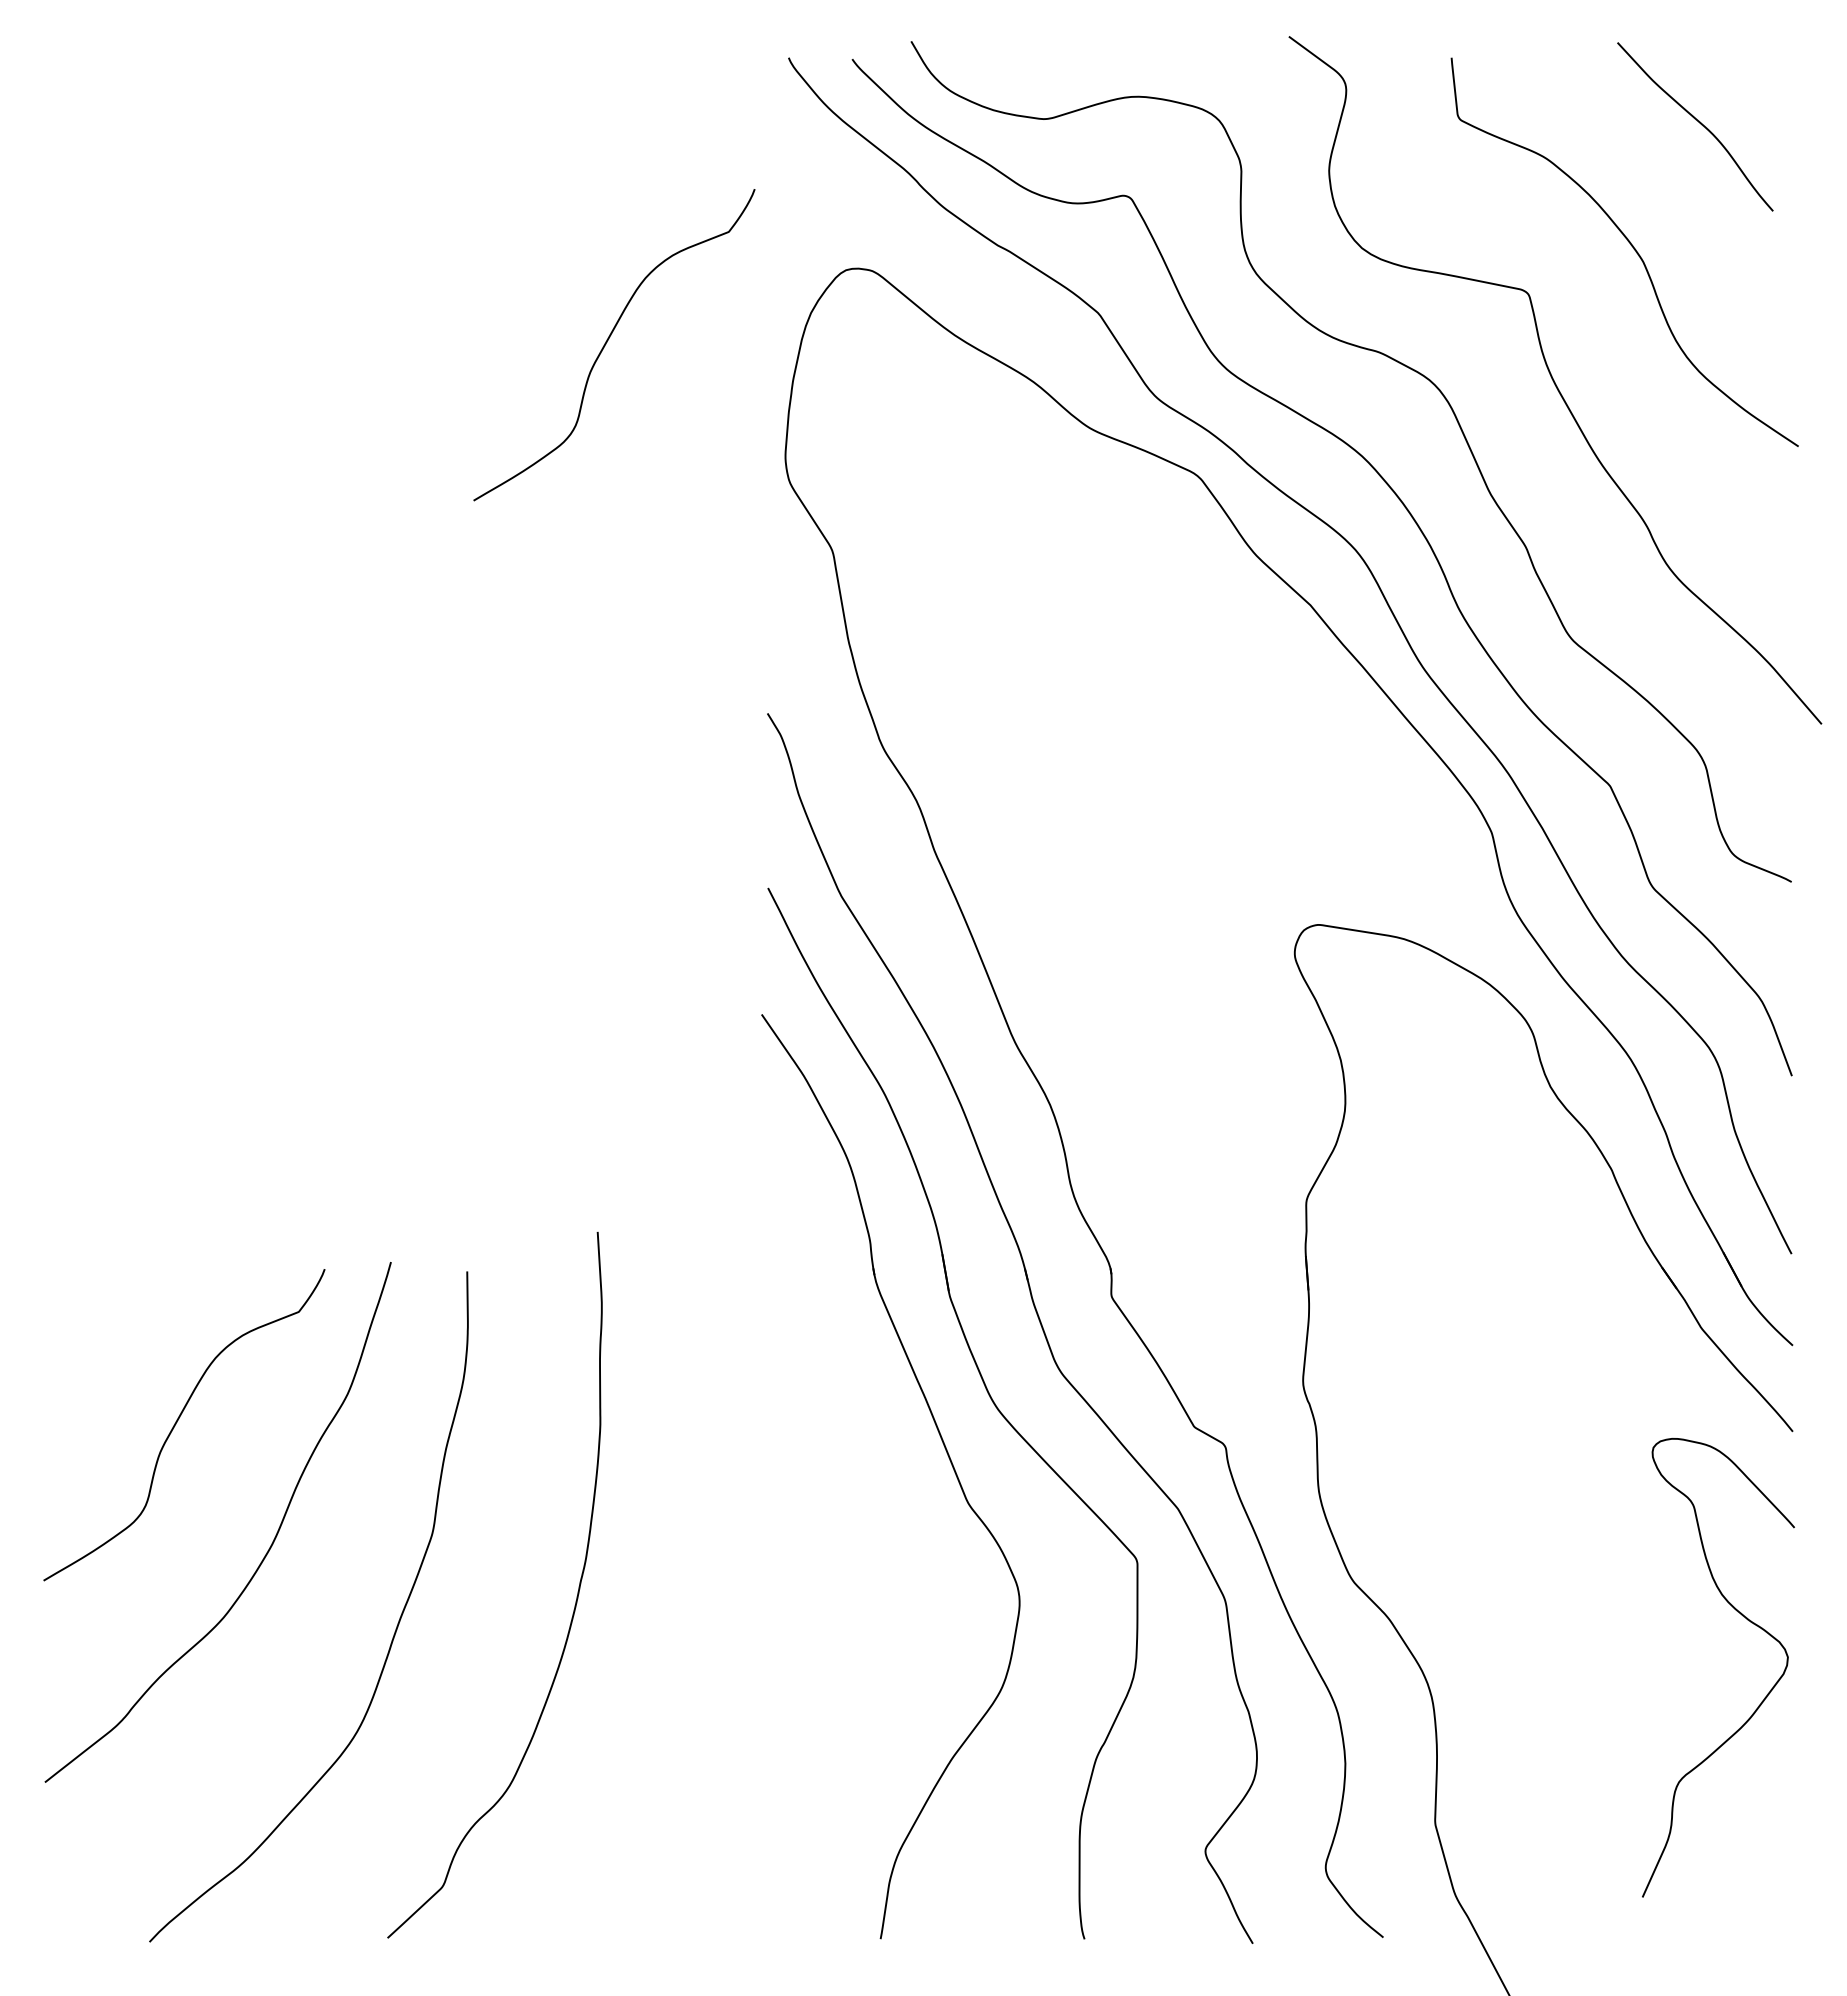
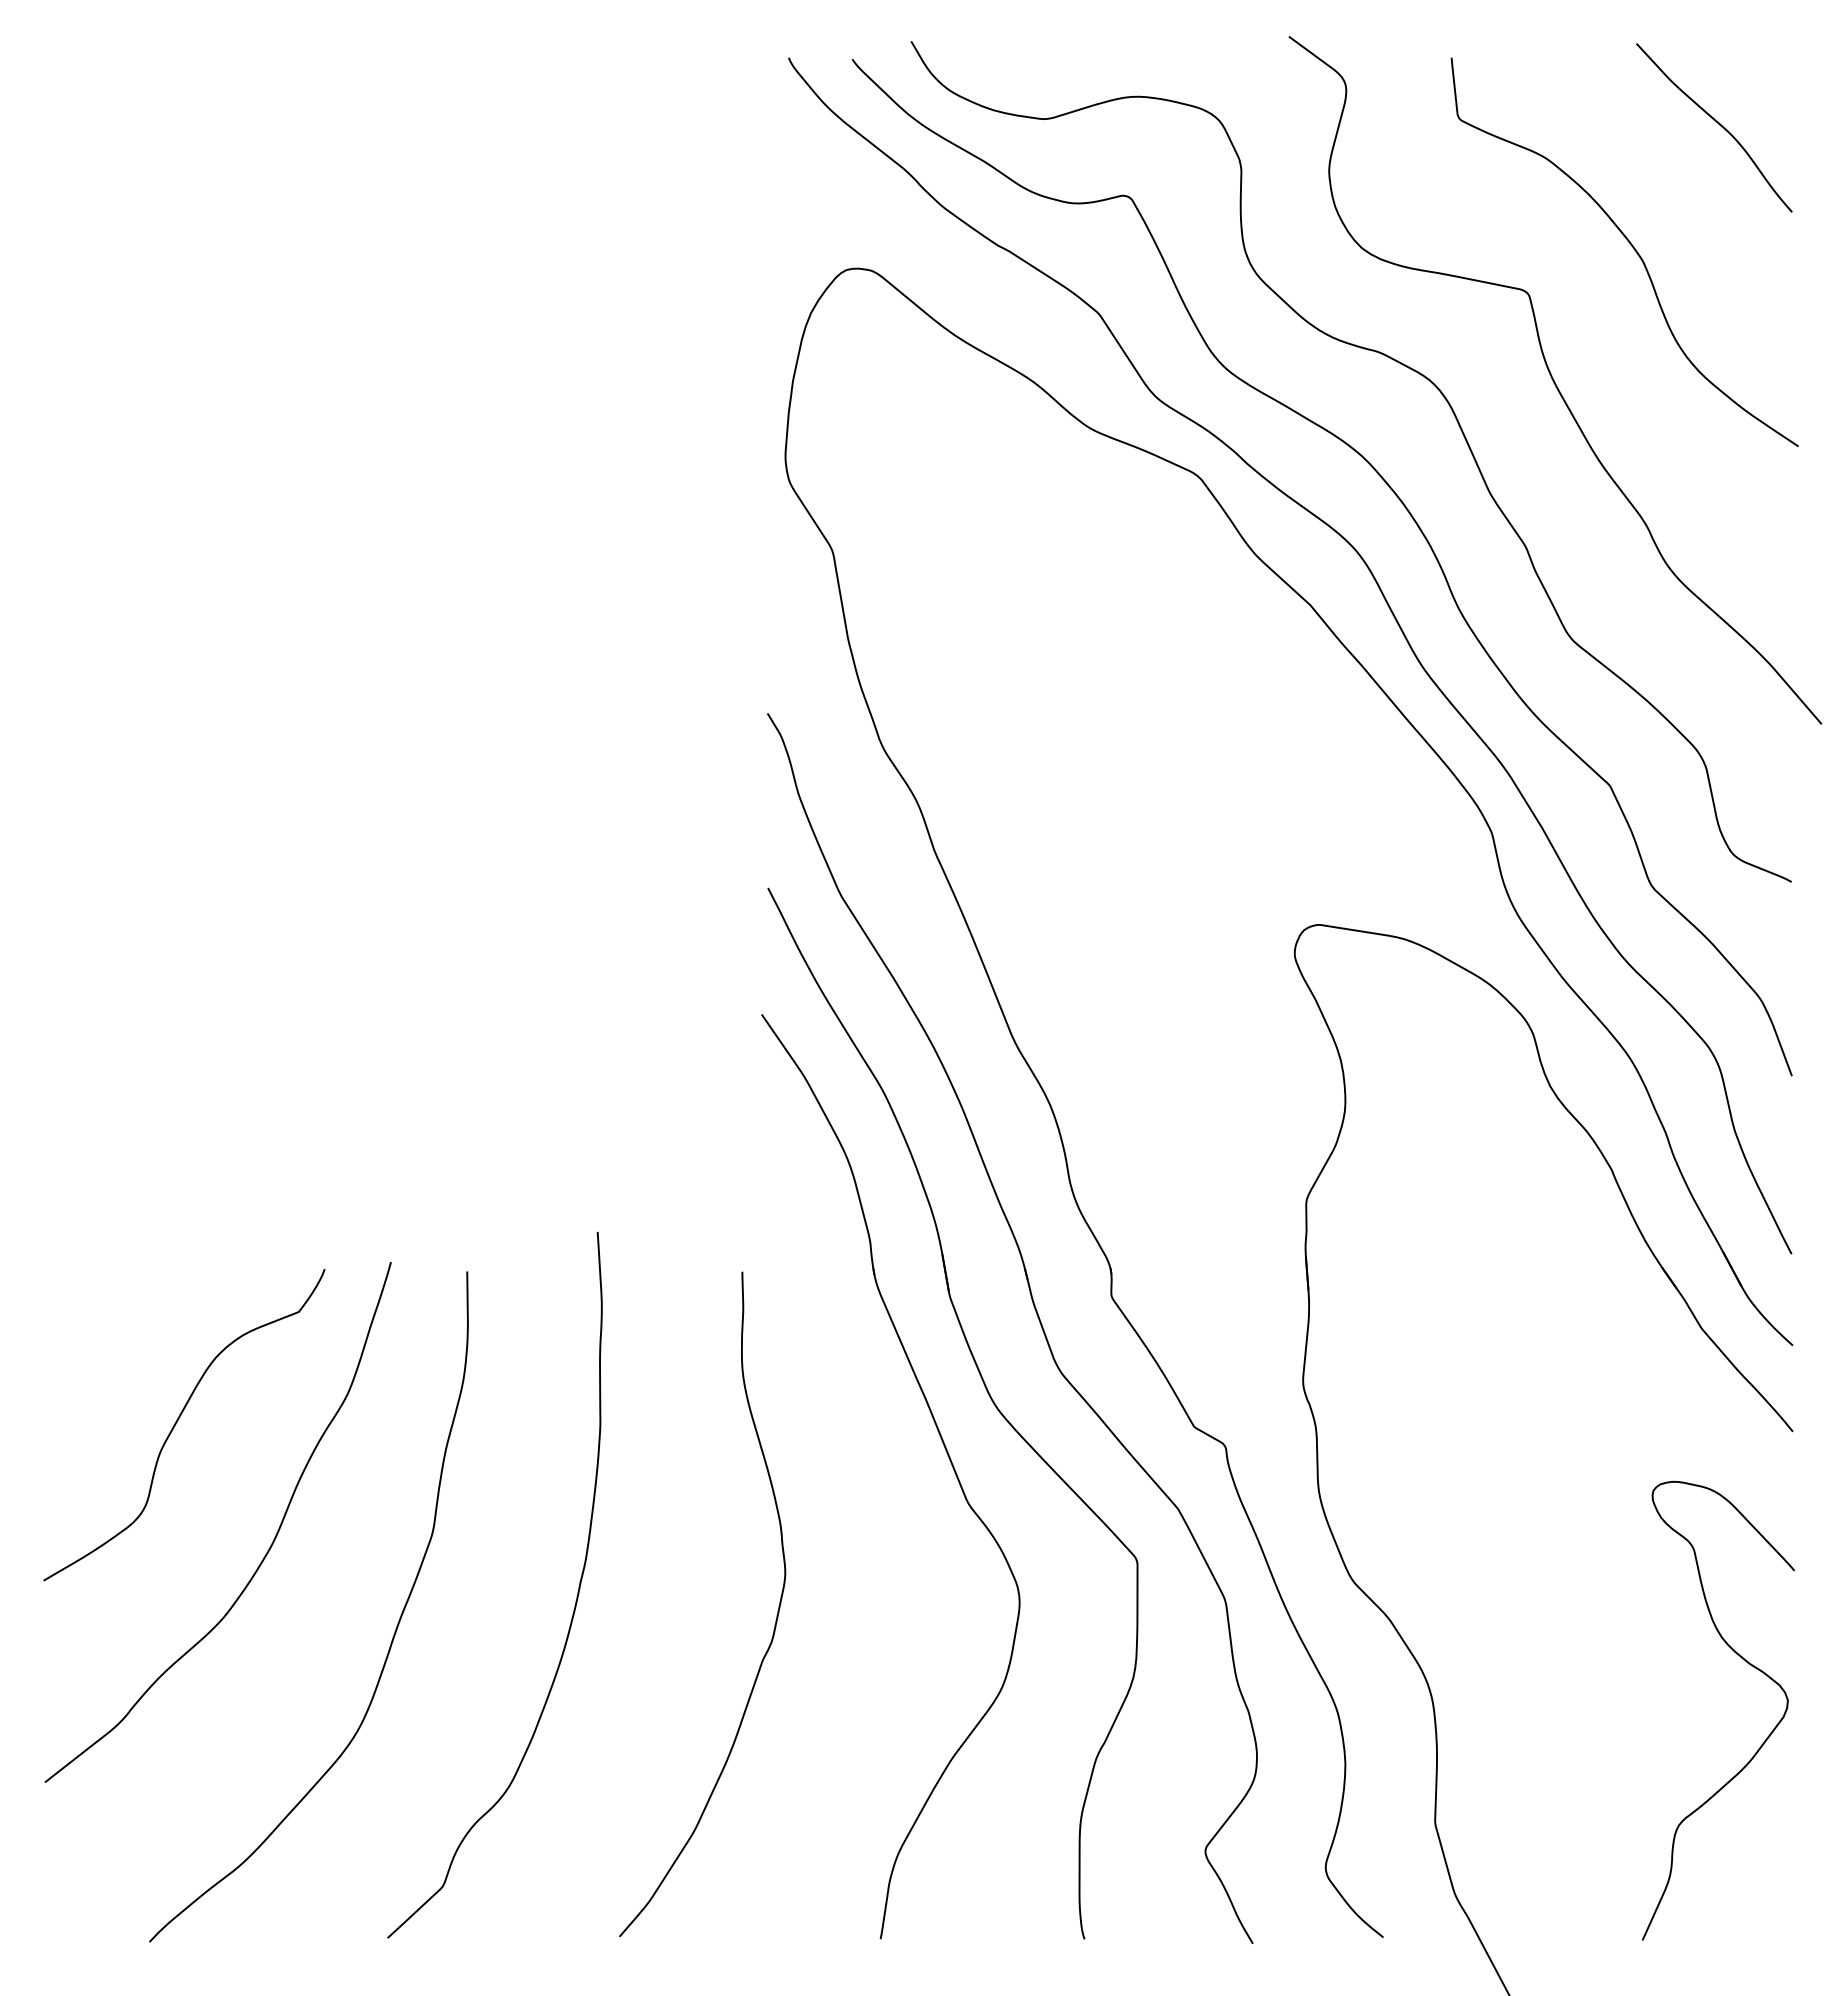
curve at (1698, 122) position: (1698, 122) -> (1717, 123)
curve at (607, 342): present -> none
curve at (775, 1620): none -> present
curve at (1761, 1701) position: (1761, 1701) -> (1761, 1744)
